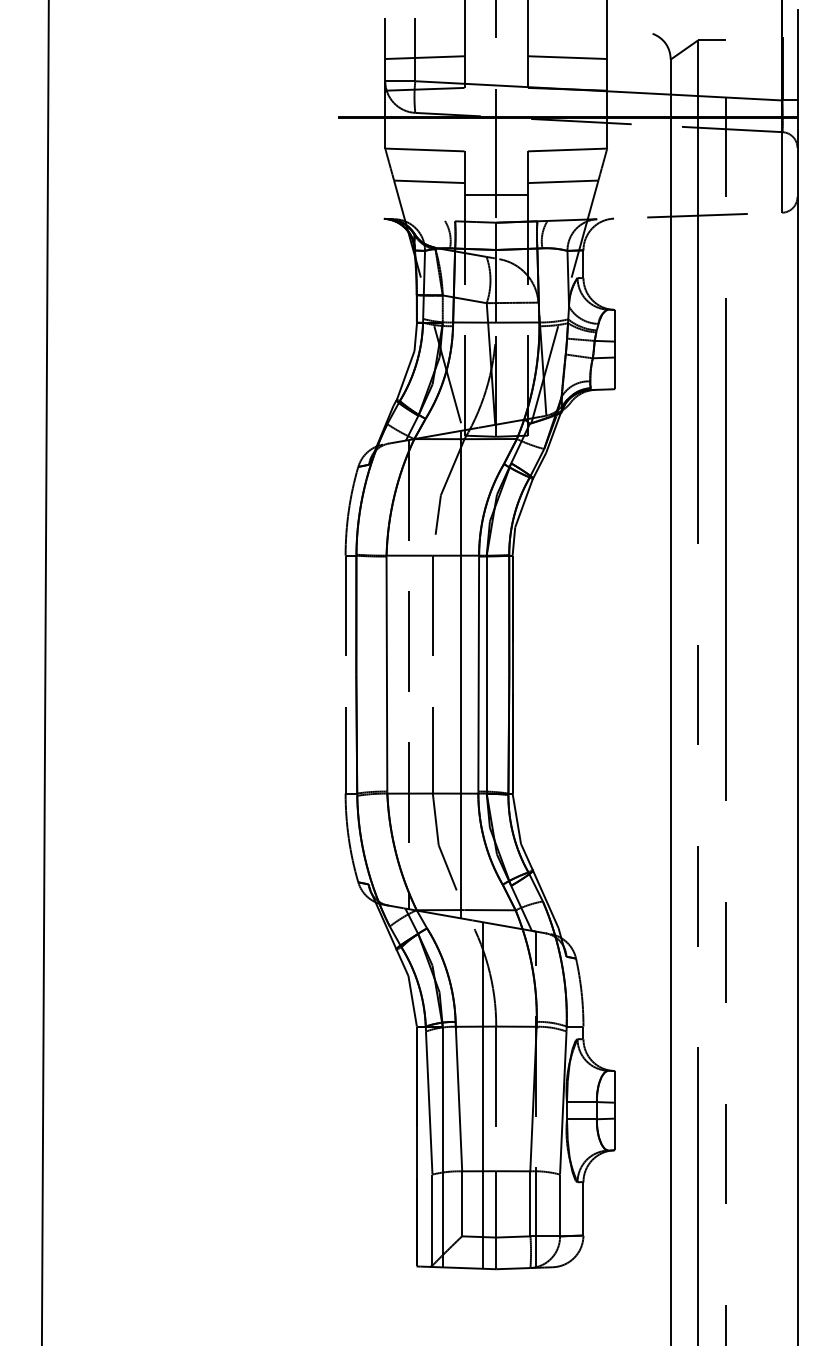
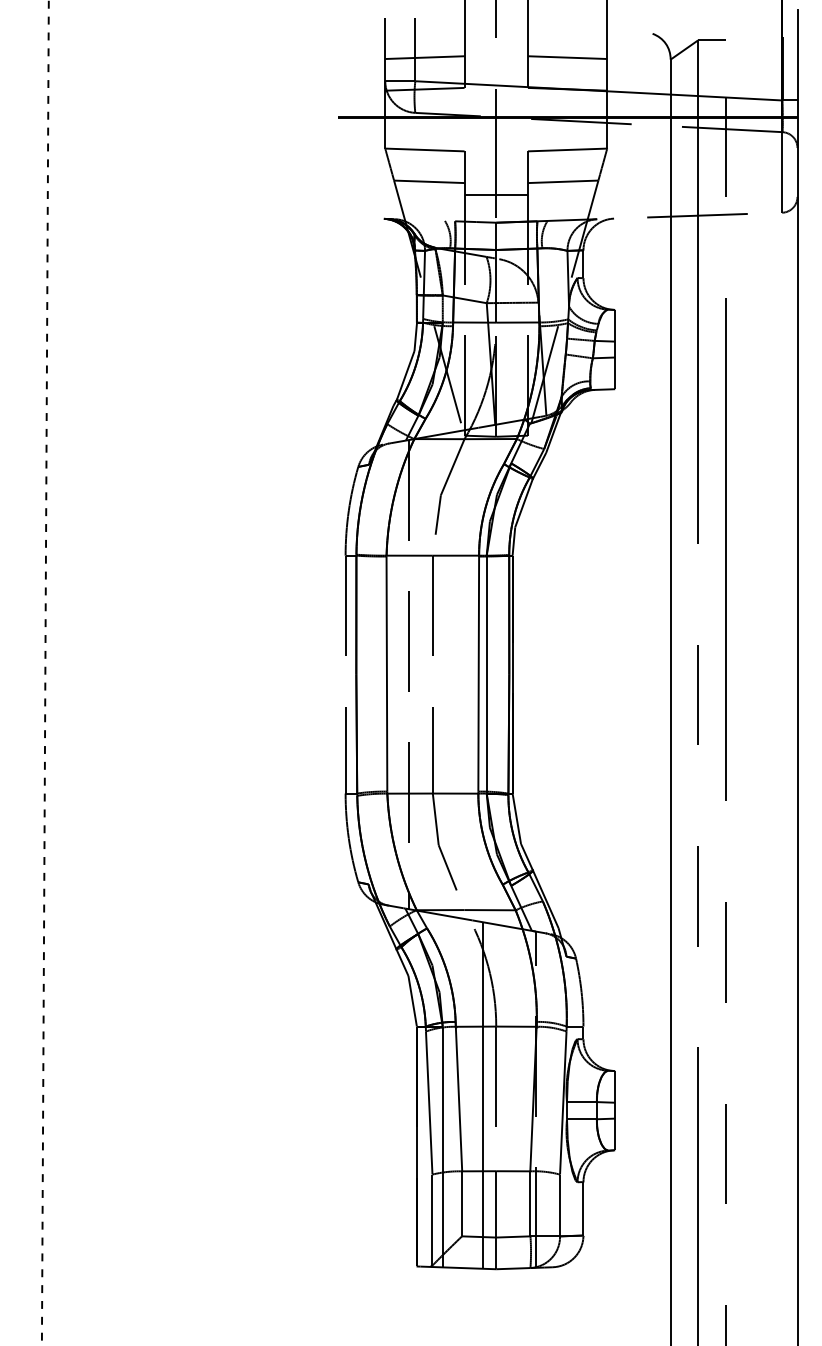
line at (45, 672): solid -> dashed
line at (461, 674): present -> none
